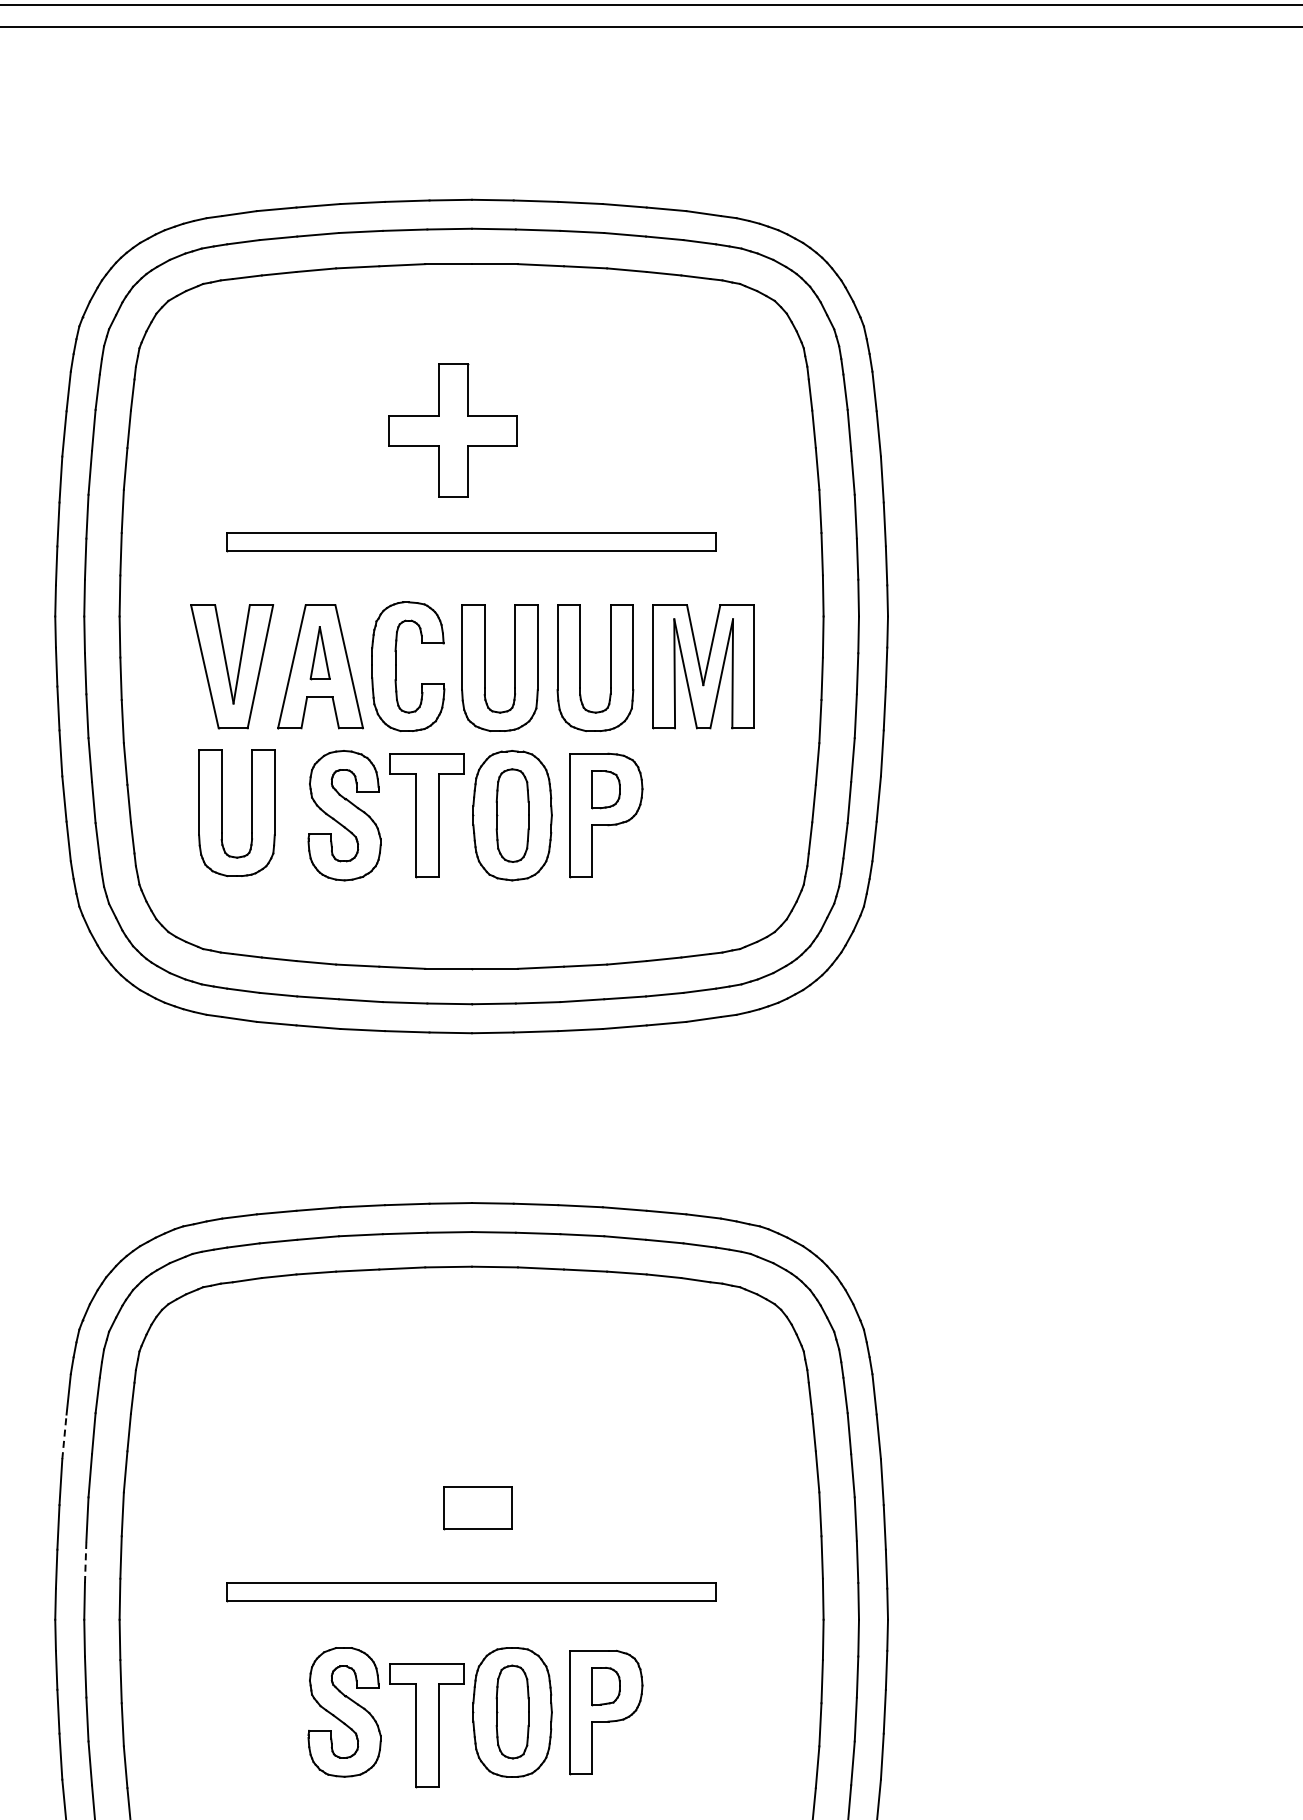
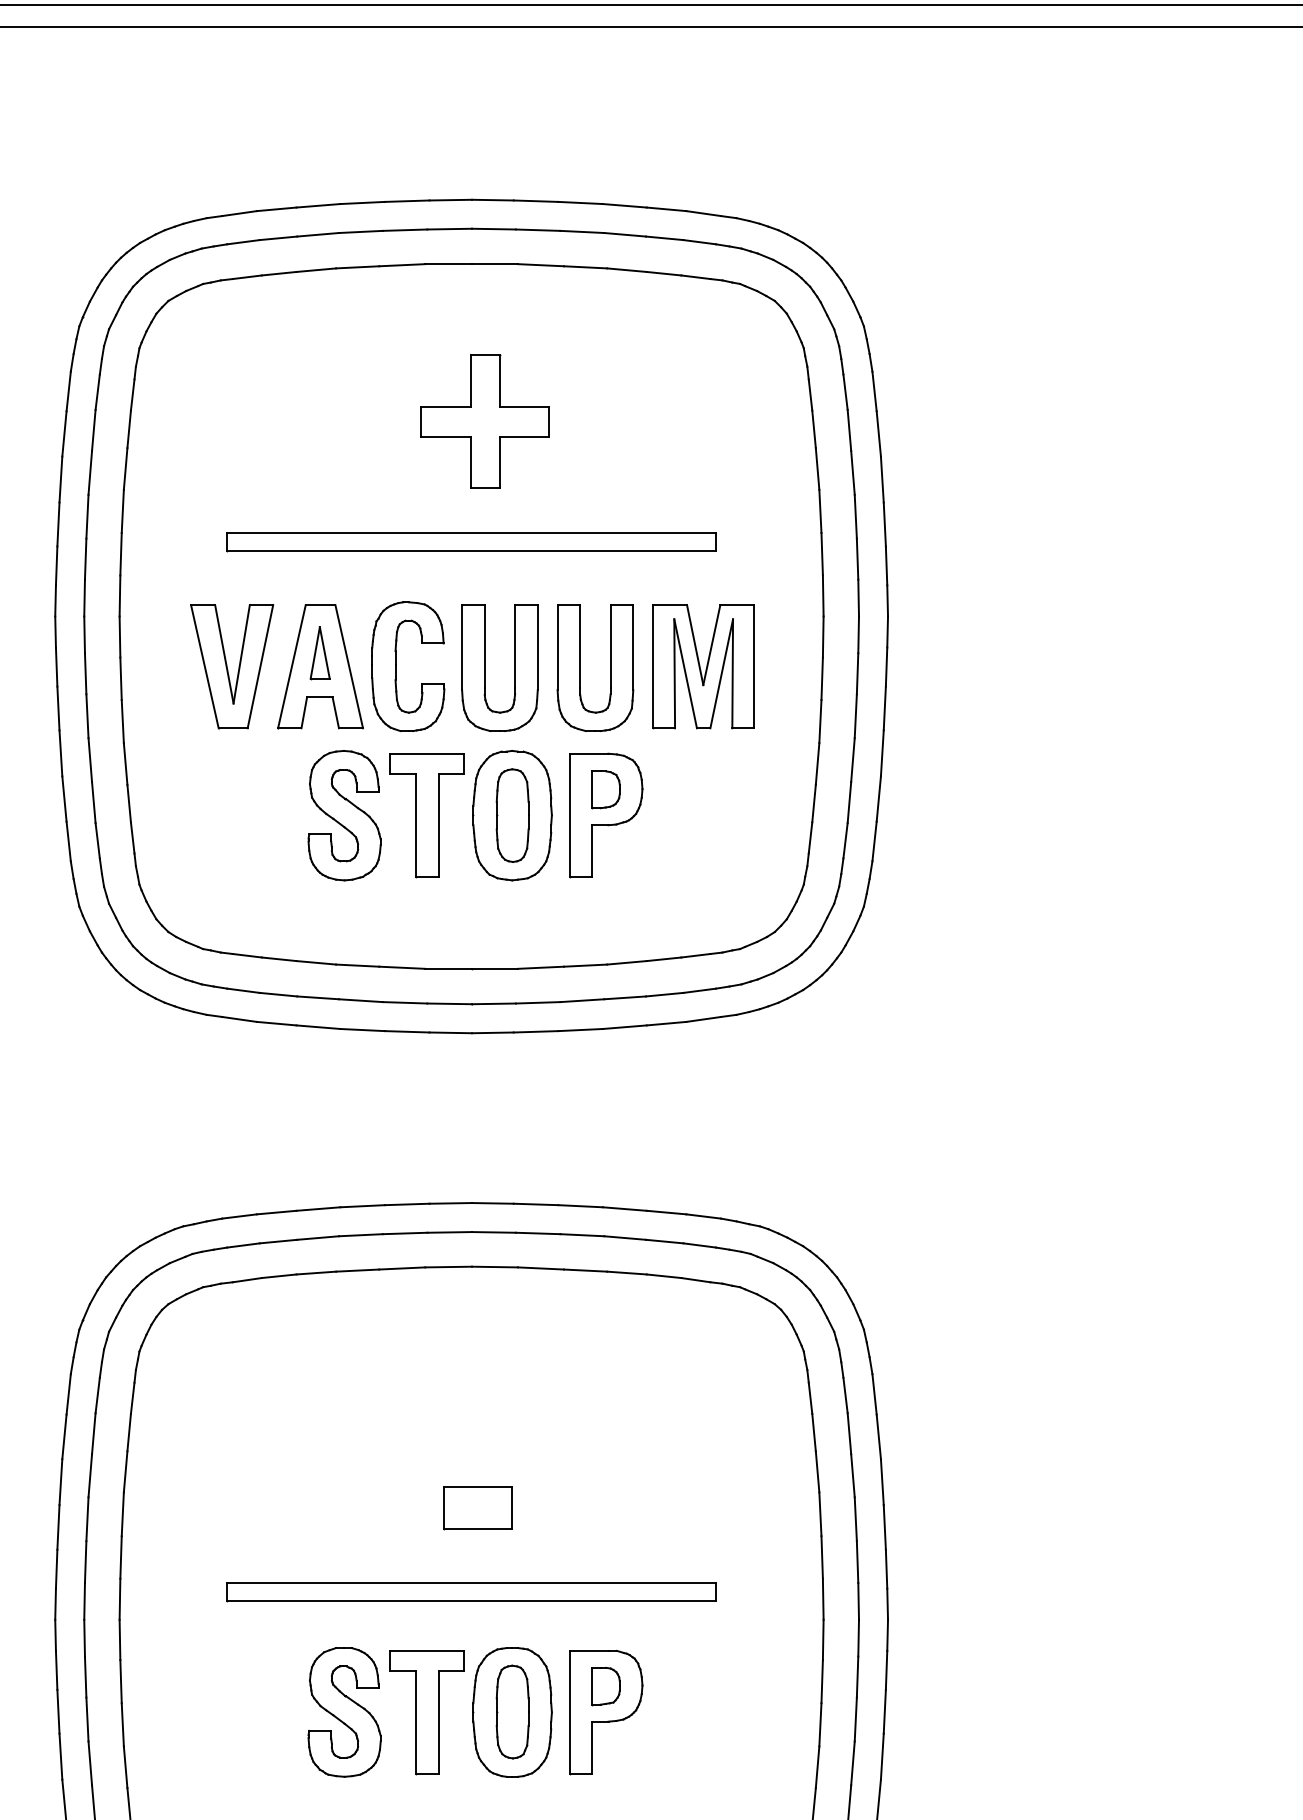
part at (452, 430) position: (452, 430) -> (484, 421)
part at (222, 813): present -> none
line at (64, 1436): dashed -> solid
line at (85, 1562): dashed -> solid
part at (426, 1725) position: (426, 1725) -> (426, 1712)
